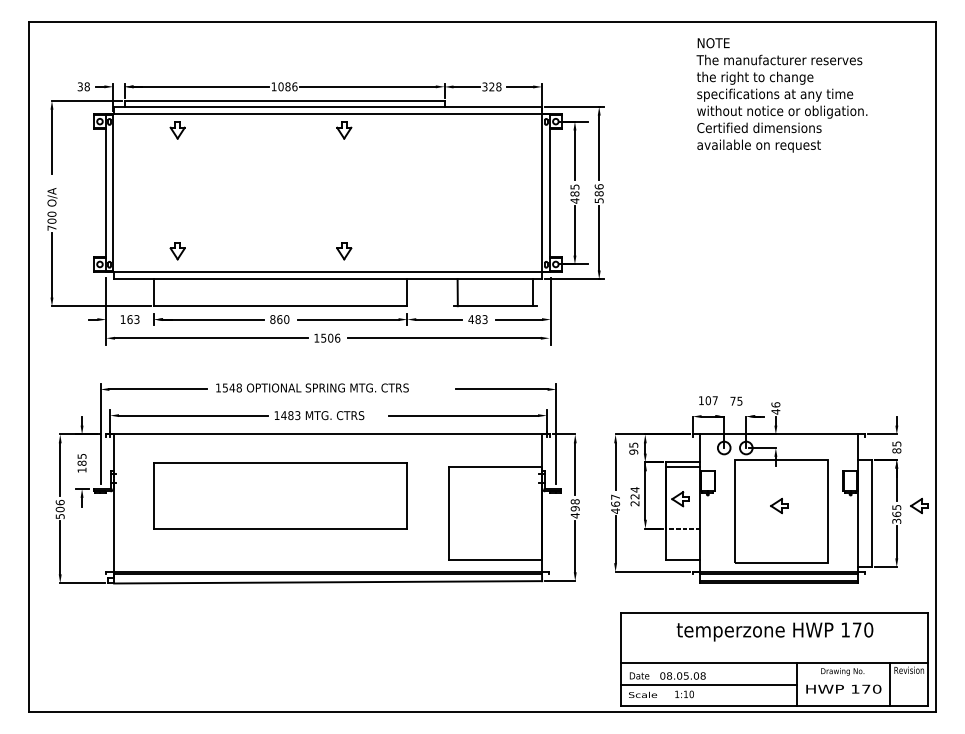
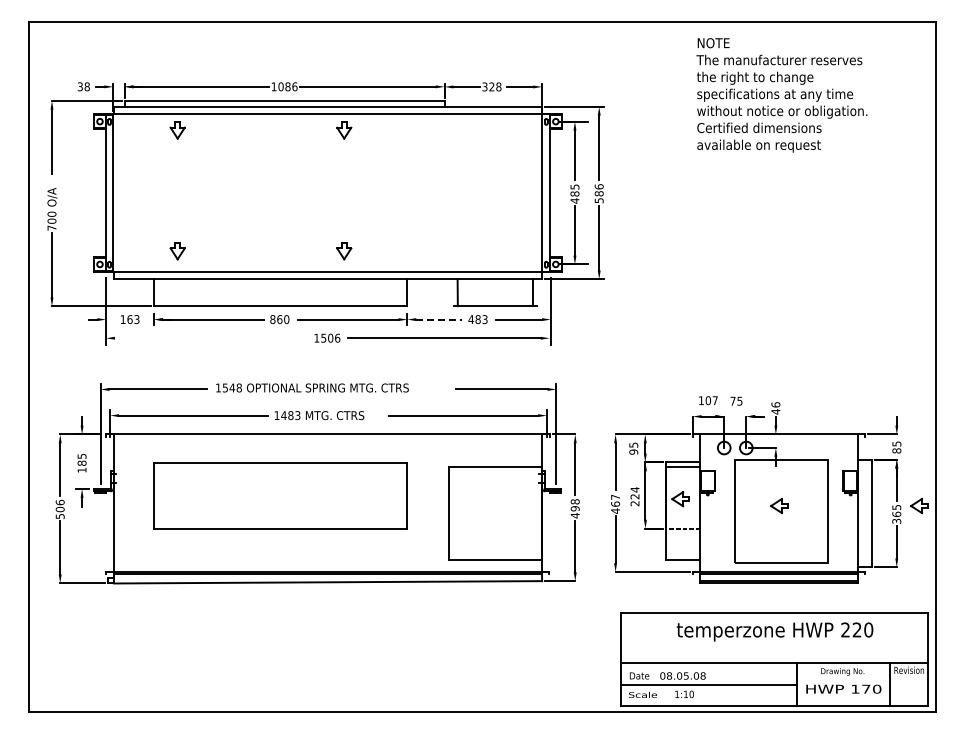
line at (439, 319): solid -> dashed
line at (211, 338): present -> none
text at (851, 629): 170 -> 220
